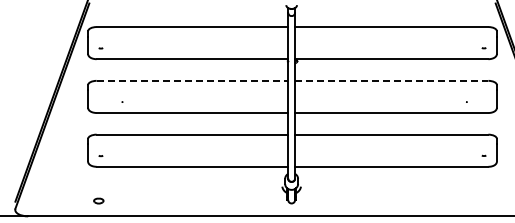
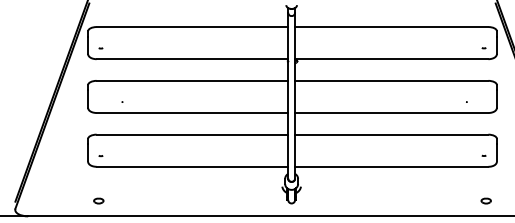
line at (192, 80): dashed -> solid
line at (391, 80): dashed -> solid
part at (485, 200): none -> present
